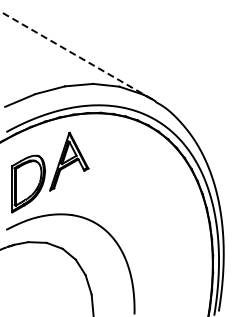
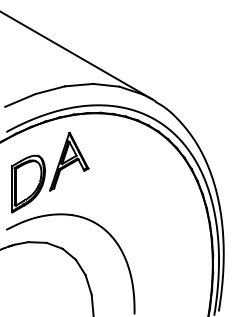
line at (75, 55): dashed -> solid
